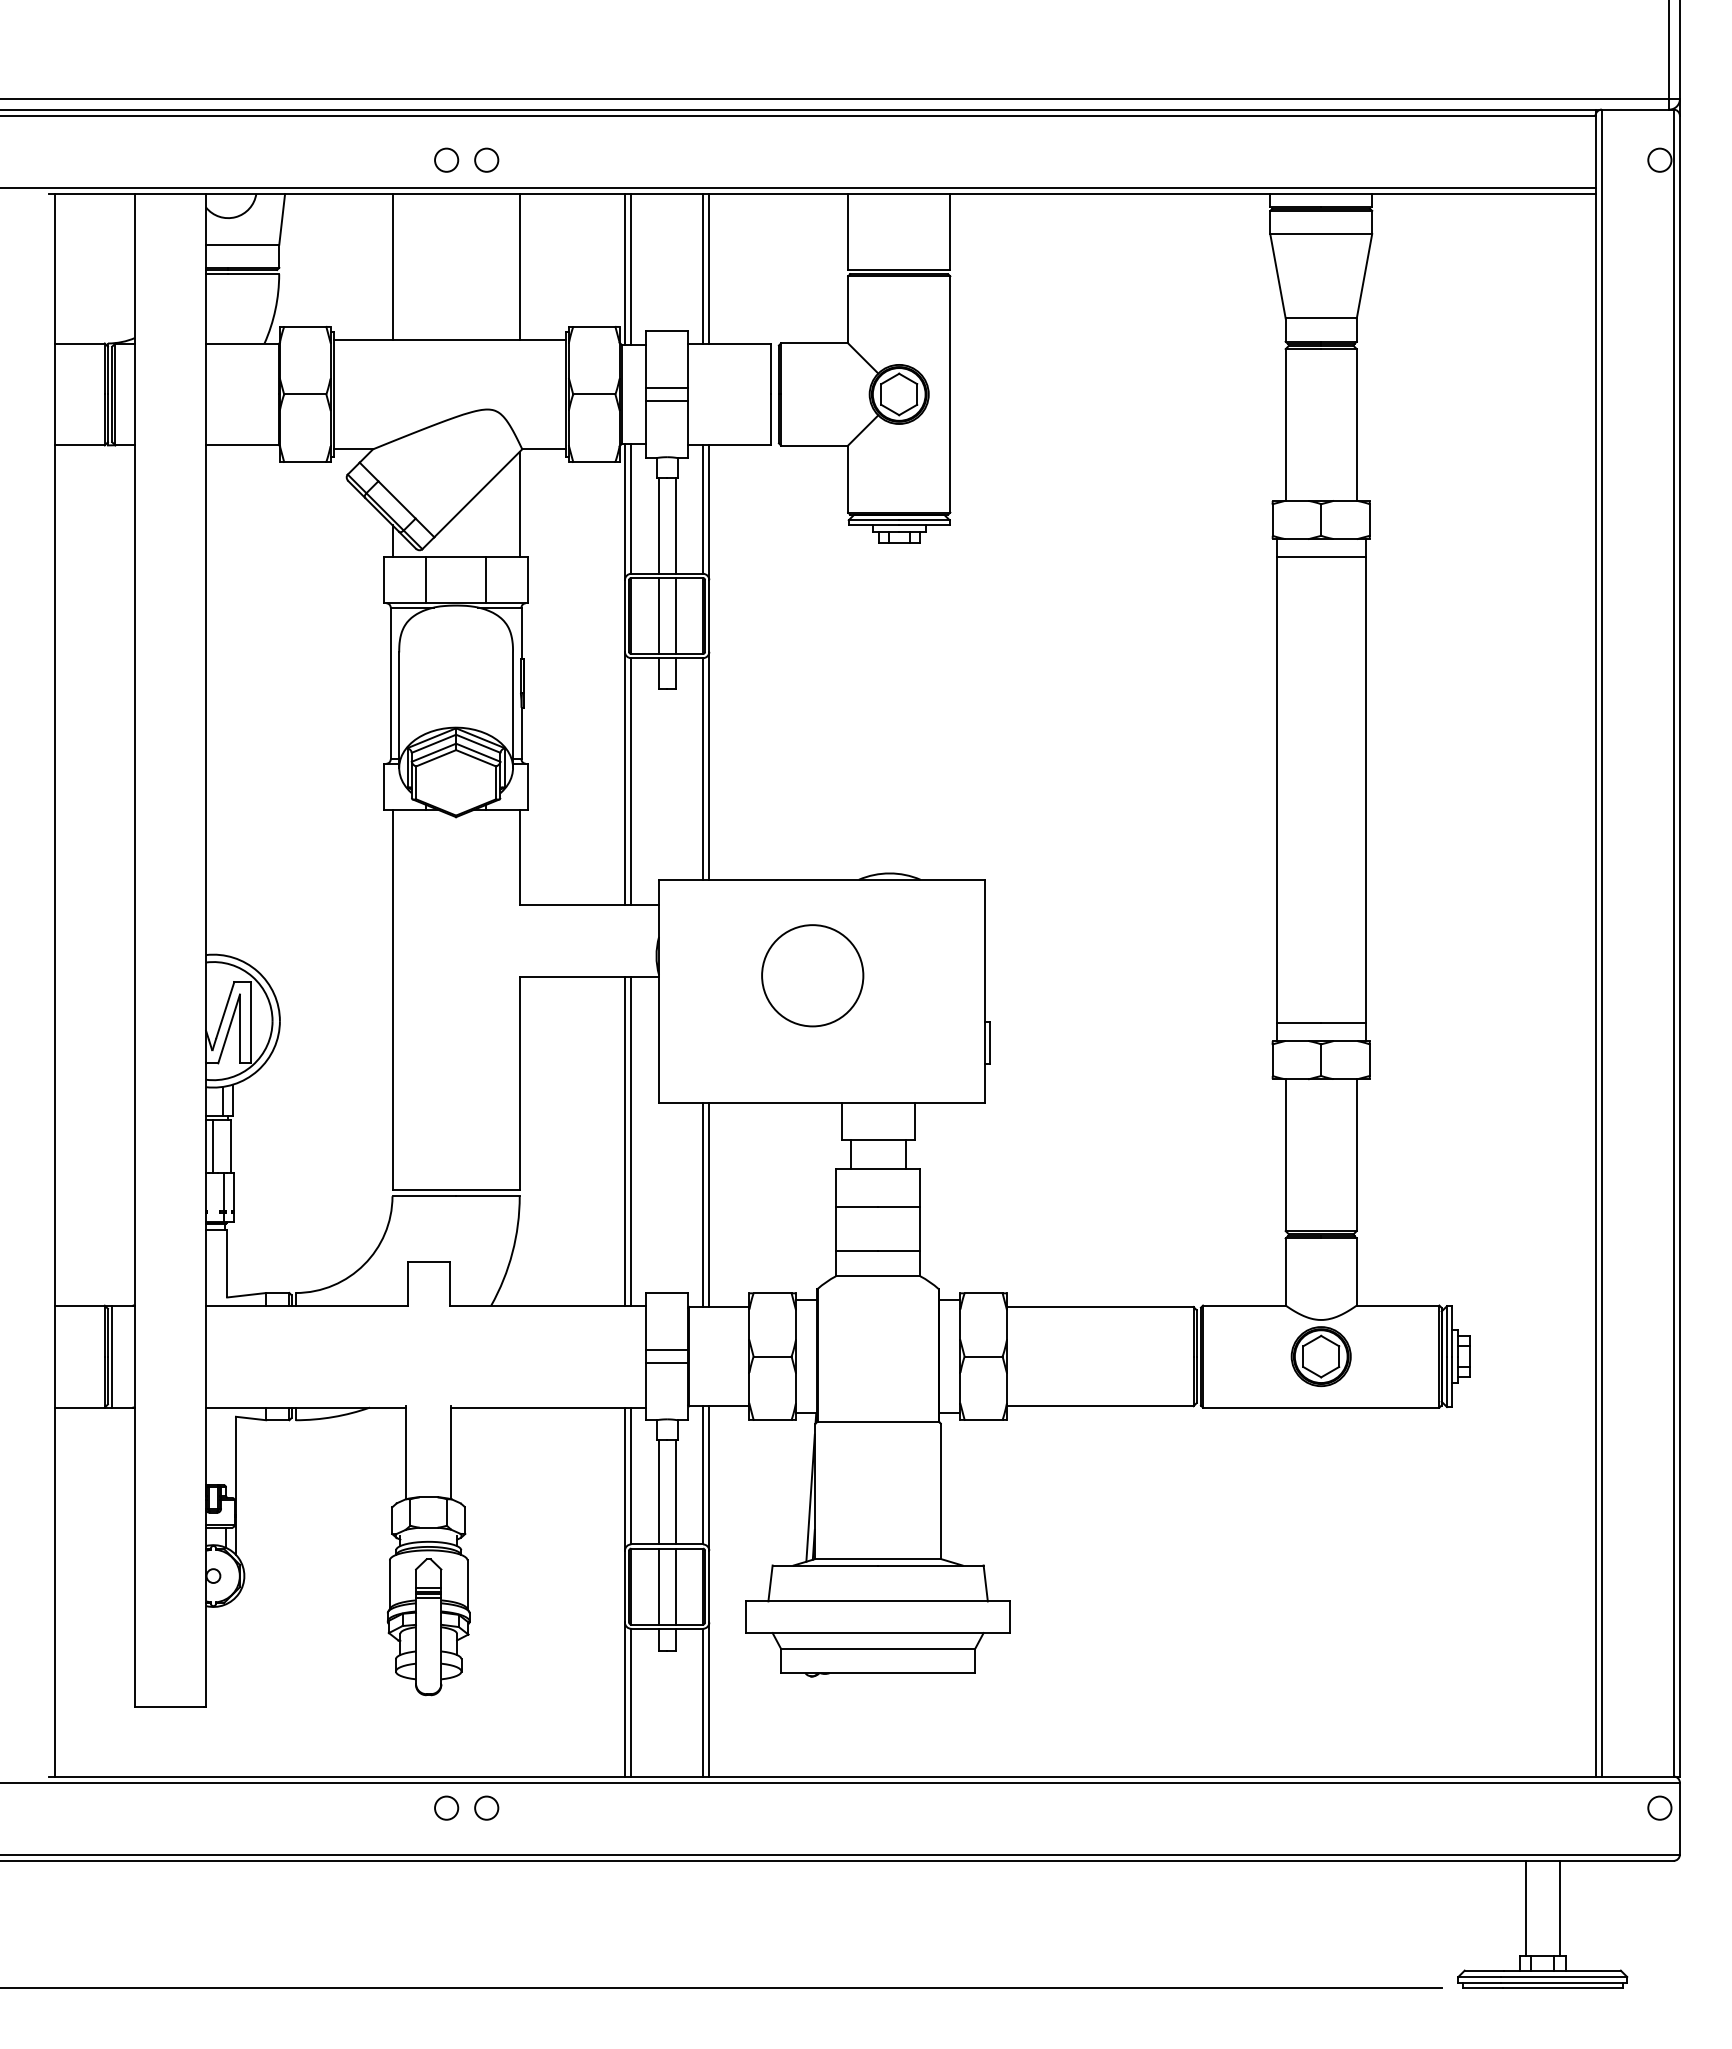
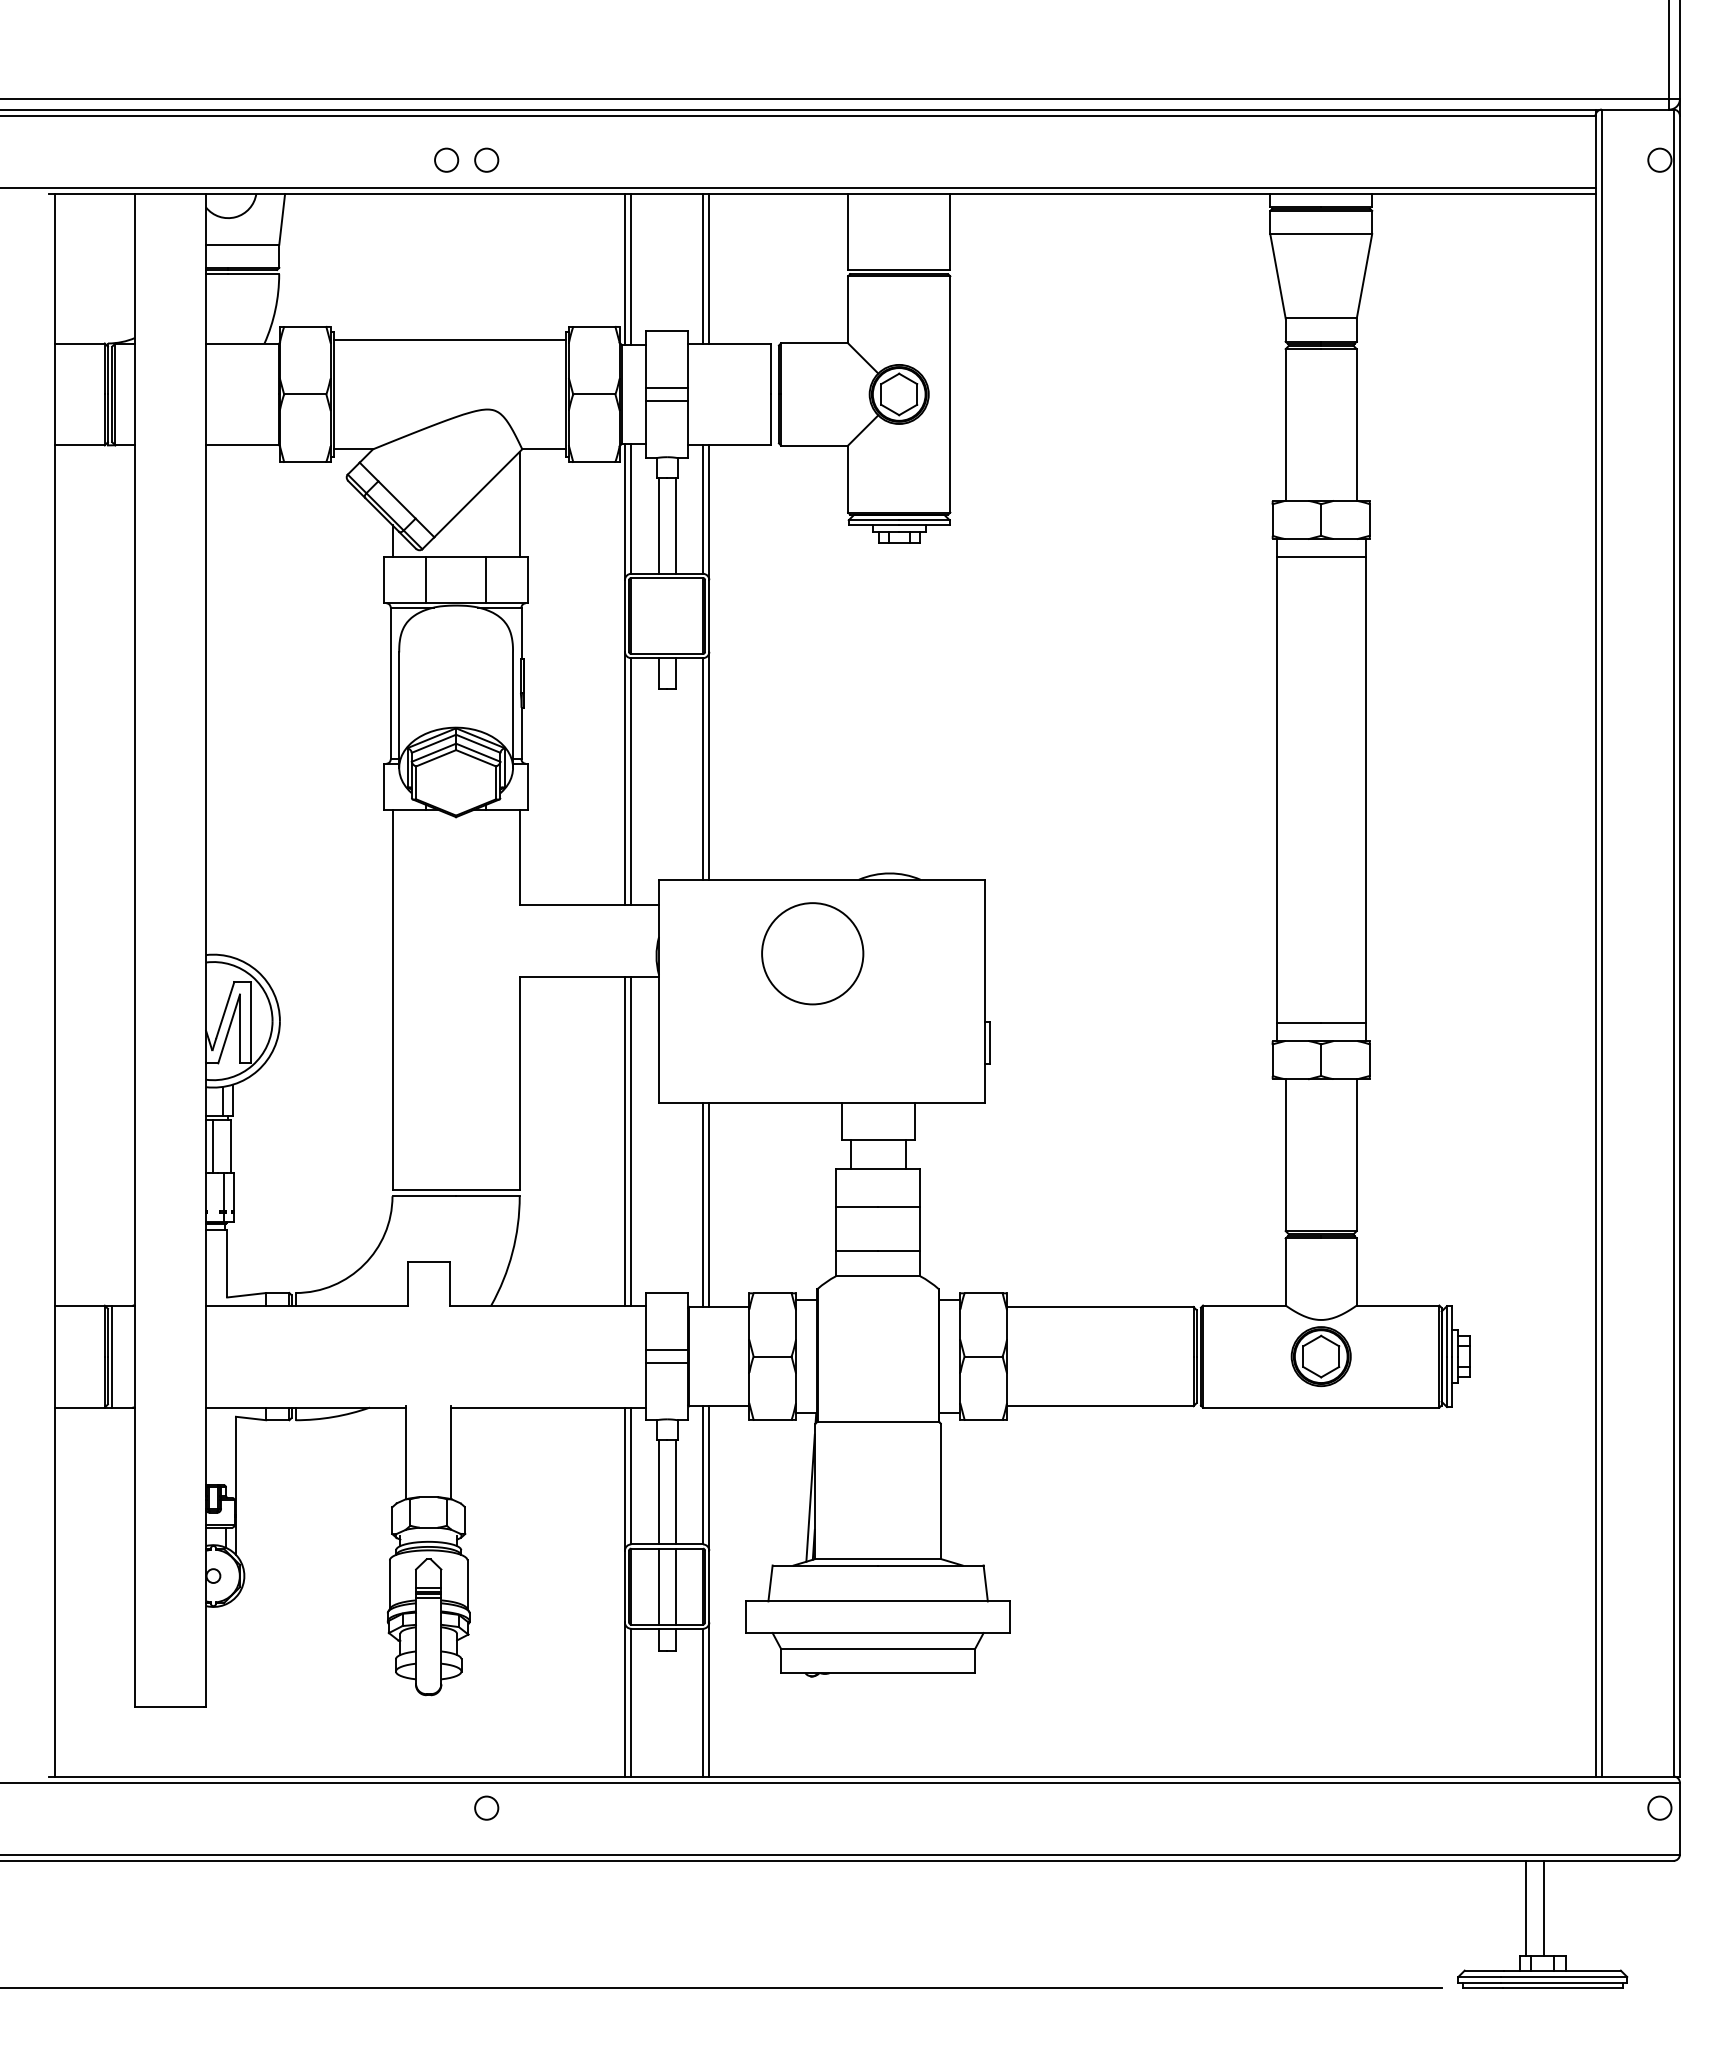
line at (392, 266): present -> none
line at (519, 266): present -> none
line at (658, 615): present -> none
line at (675, 615): present -> none
circle at (812, 975) position: (812, 975) -> (812, 953)
circle at (446, 1807): present -> none
line at (1559, 1907) position: (1559, 1907) -> (1543, 1907)
